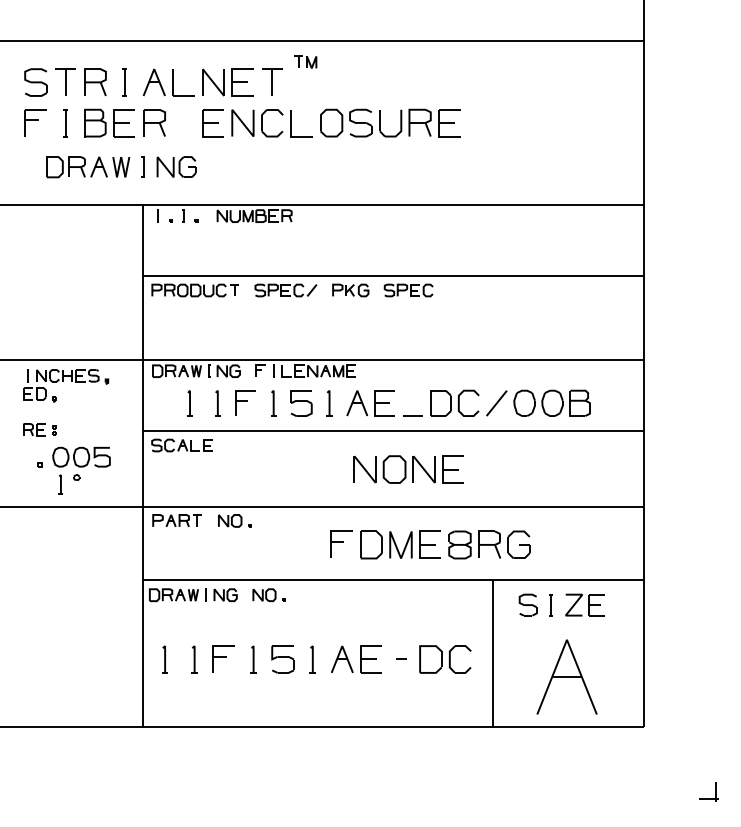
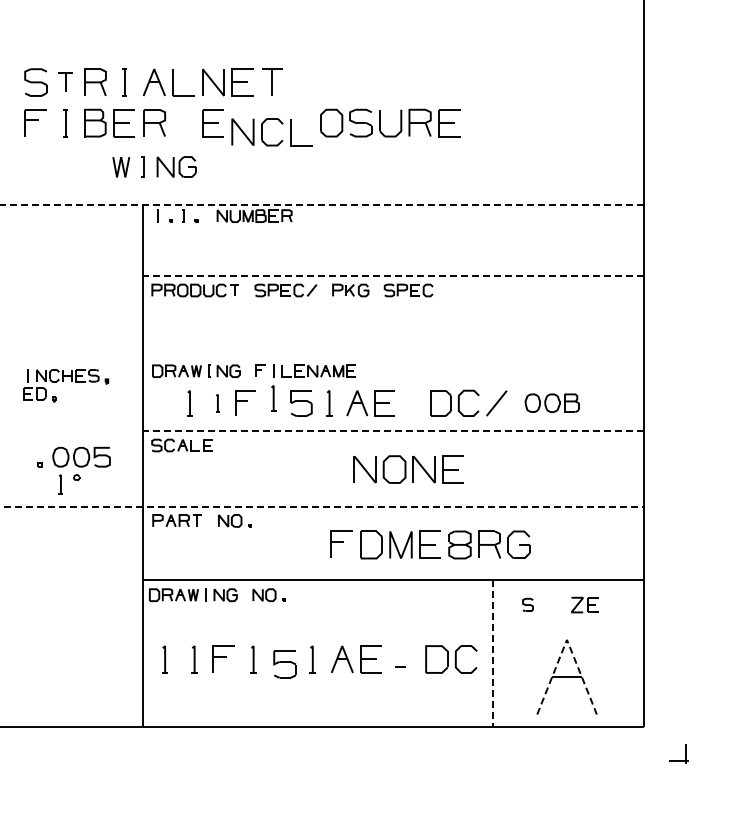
line at (322, 41): present -> none
part at (305, 61): present -> none
part at (65, 81) size: 21x28 px -> 15x20 px
part at (262, 123) position: (262, 123) -> (262, 132)
part at (76, 167): present -> none
line at (321, 204): solid -> dashed
line at (392, 275): solid -> dashed
line at (322, 359): present -> none
part at (551, 402) size: 78x28 px -> 56x20 px
part at (217, 403) size: 6x27 px -> 4x19 px
part at (273, 403) position: (273, 403) -> (273, 398)
line at (412, 415): present -> none
part at (39, 429): present -> none
line at (392, 430): solid -> dashed
line at (322, 506): solid -> dashed
part at (527, 604) size: 20x24 px -> 12x15 px
part at (584, 604) size: 40x24 px -> 28x18 px
part at (550, 605): present -> none
line at (566, 639): solid -> dashed
line at (492, 653): solid -> dashed
line at (401, 658) position: (401, 658) -> (400, 666)
part at (282, 659) position: (282, 659) -> (284, 664)
part at (445, 659) position: (445, 659) -> (451, 659)
part at (715, 791) position: (715, 791) -> (685, 753)
